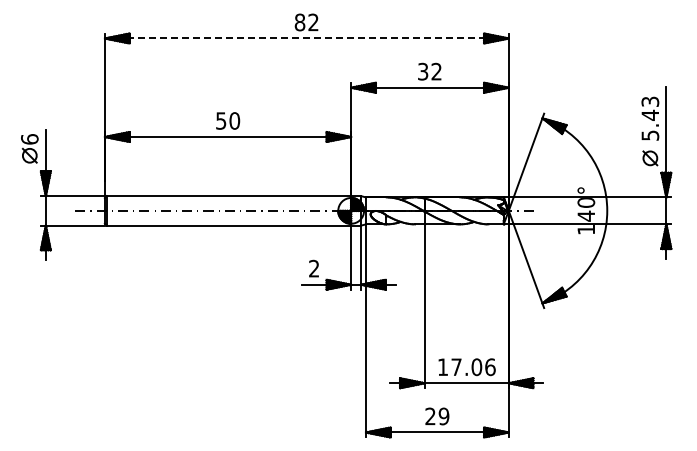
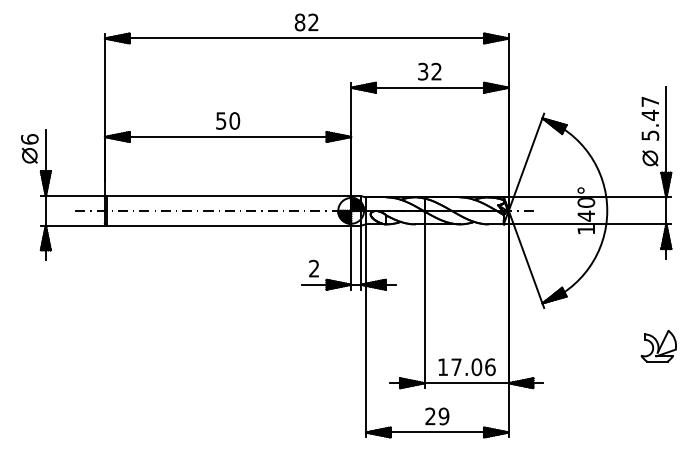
line at (306, 38): dashed -> solid
text at (650, 101): 5.43 -> 5.47
part at (658, 345): none -> present
